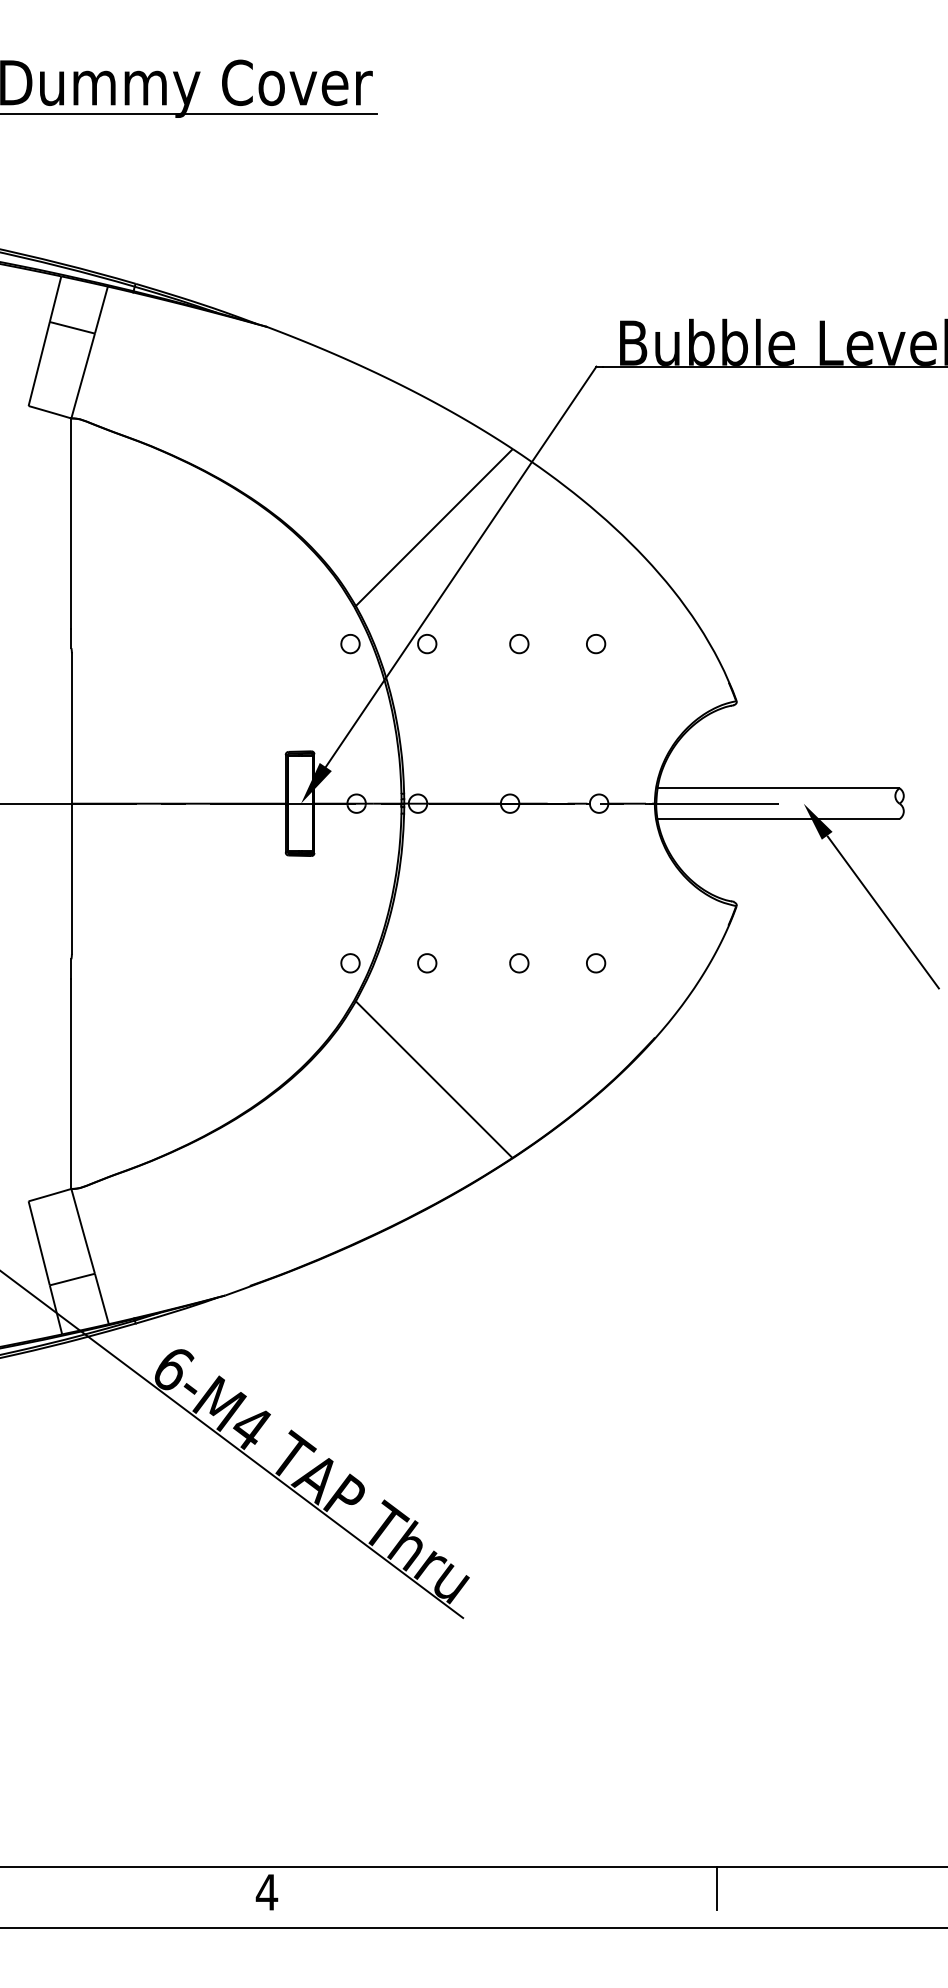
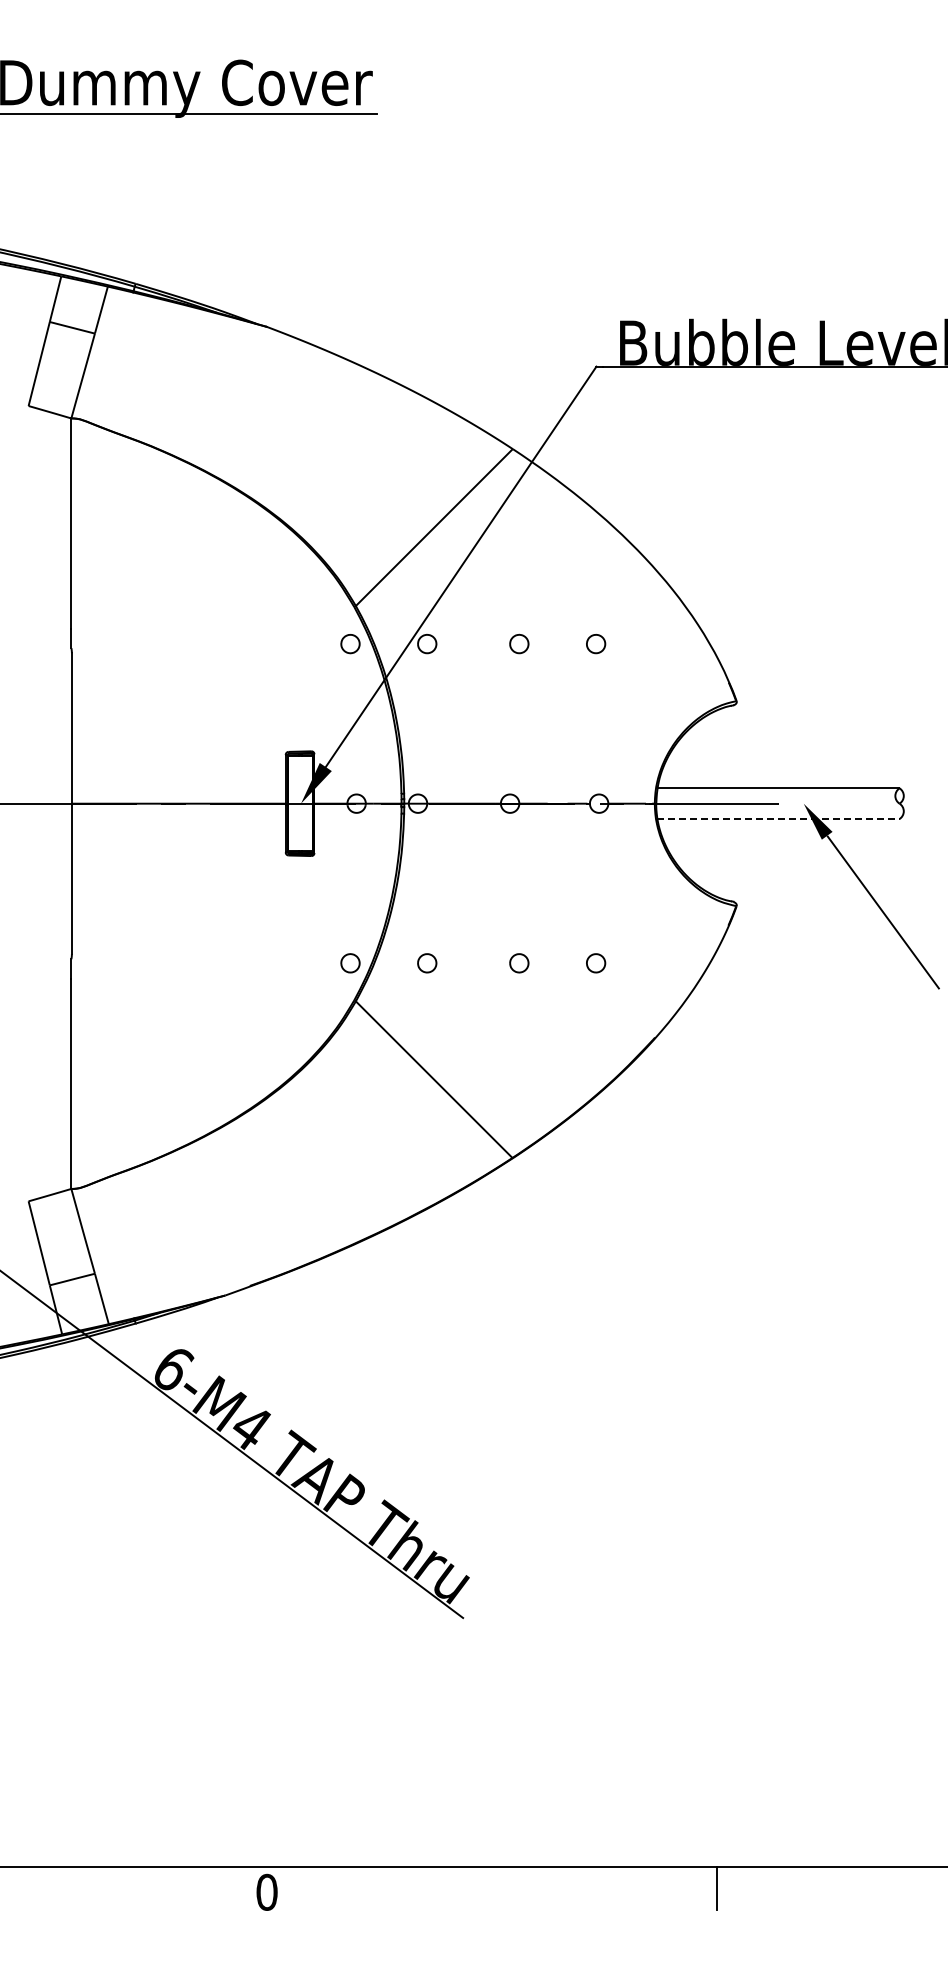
line at (779, 819): solid -> dashed
text at (266, 1891): 4 -> 0
line at (473, 1928): present -> none
